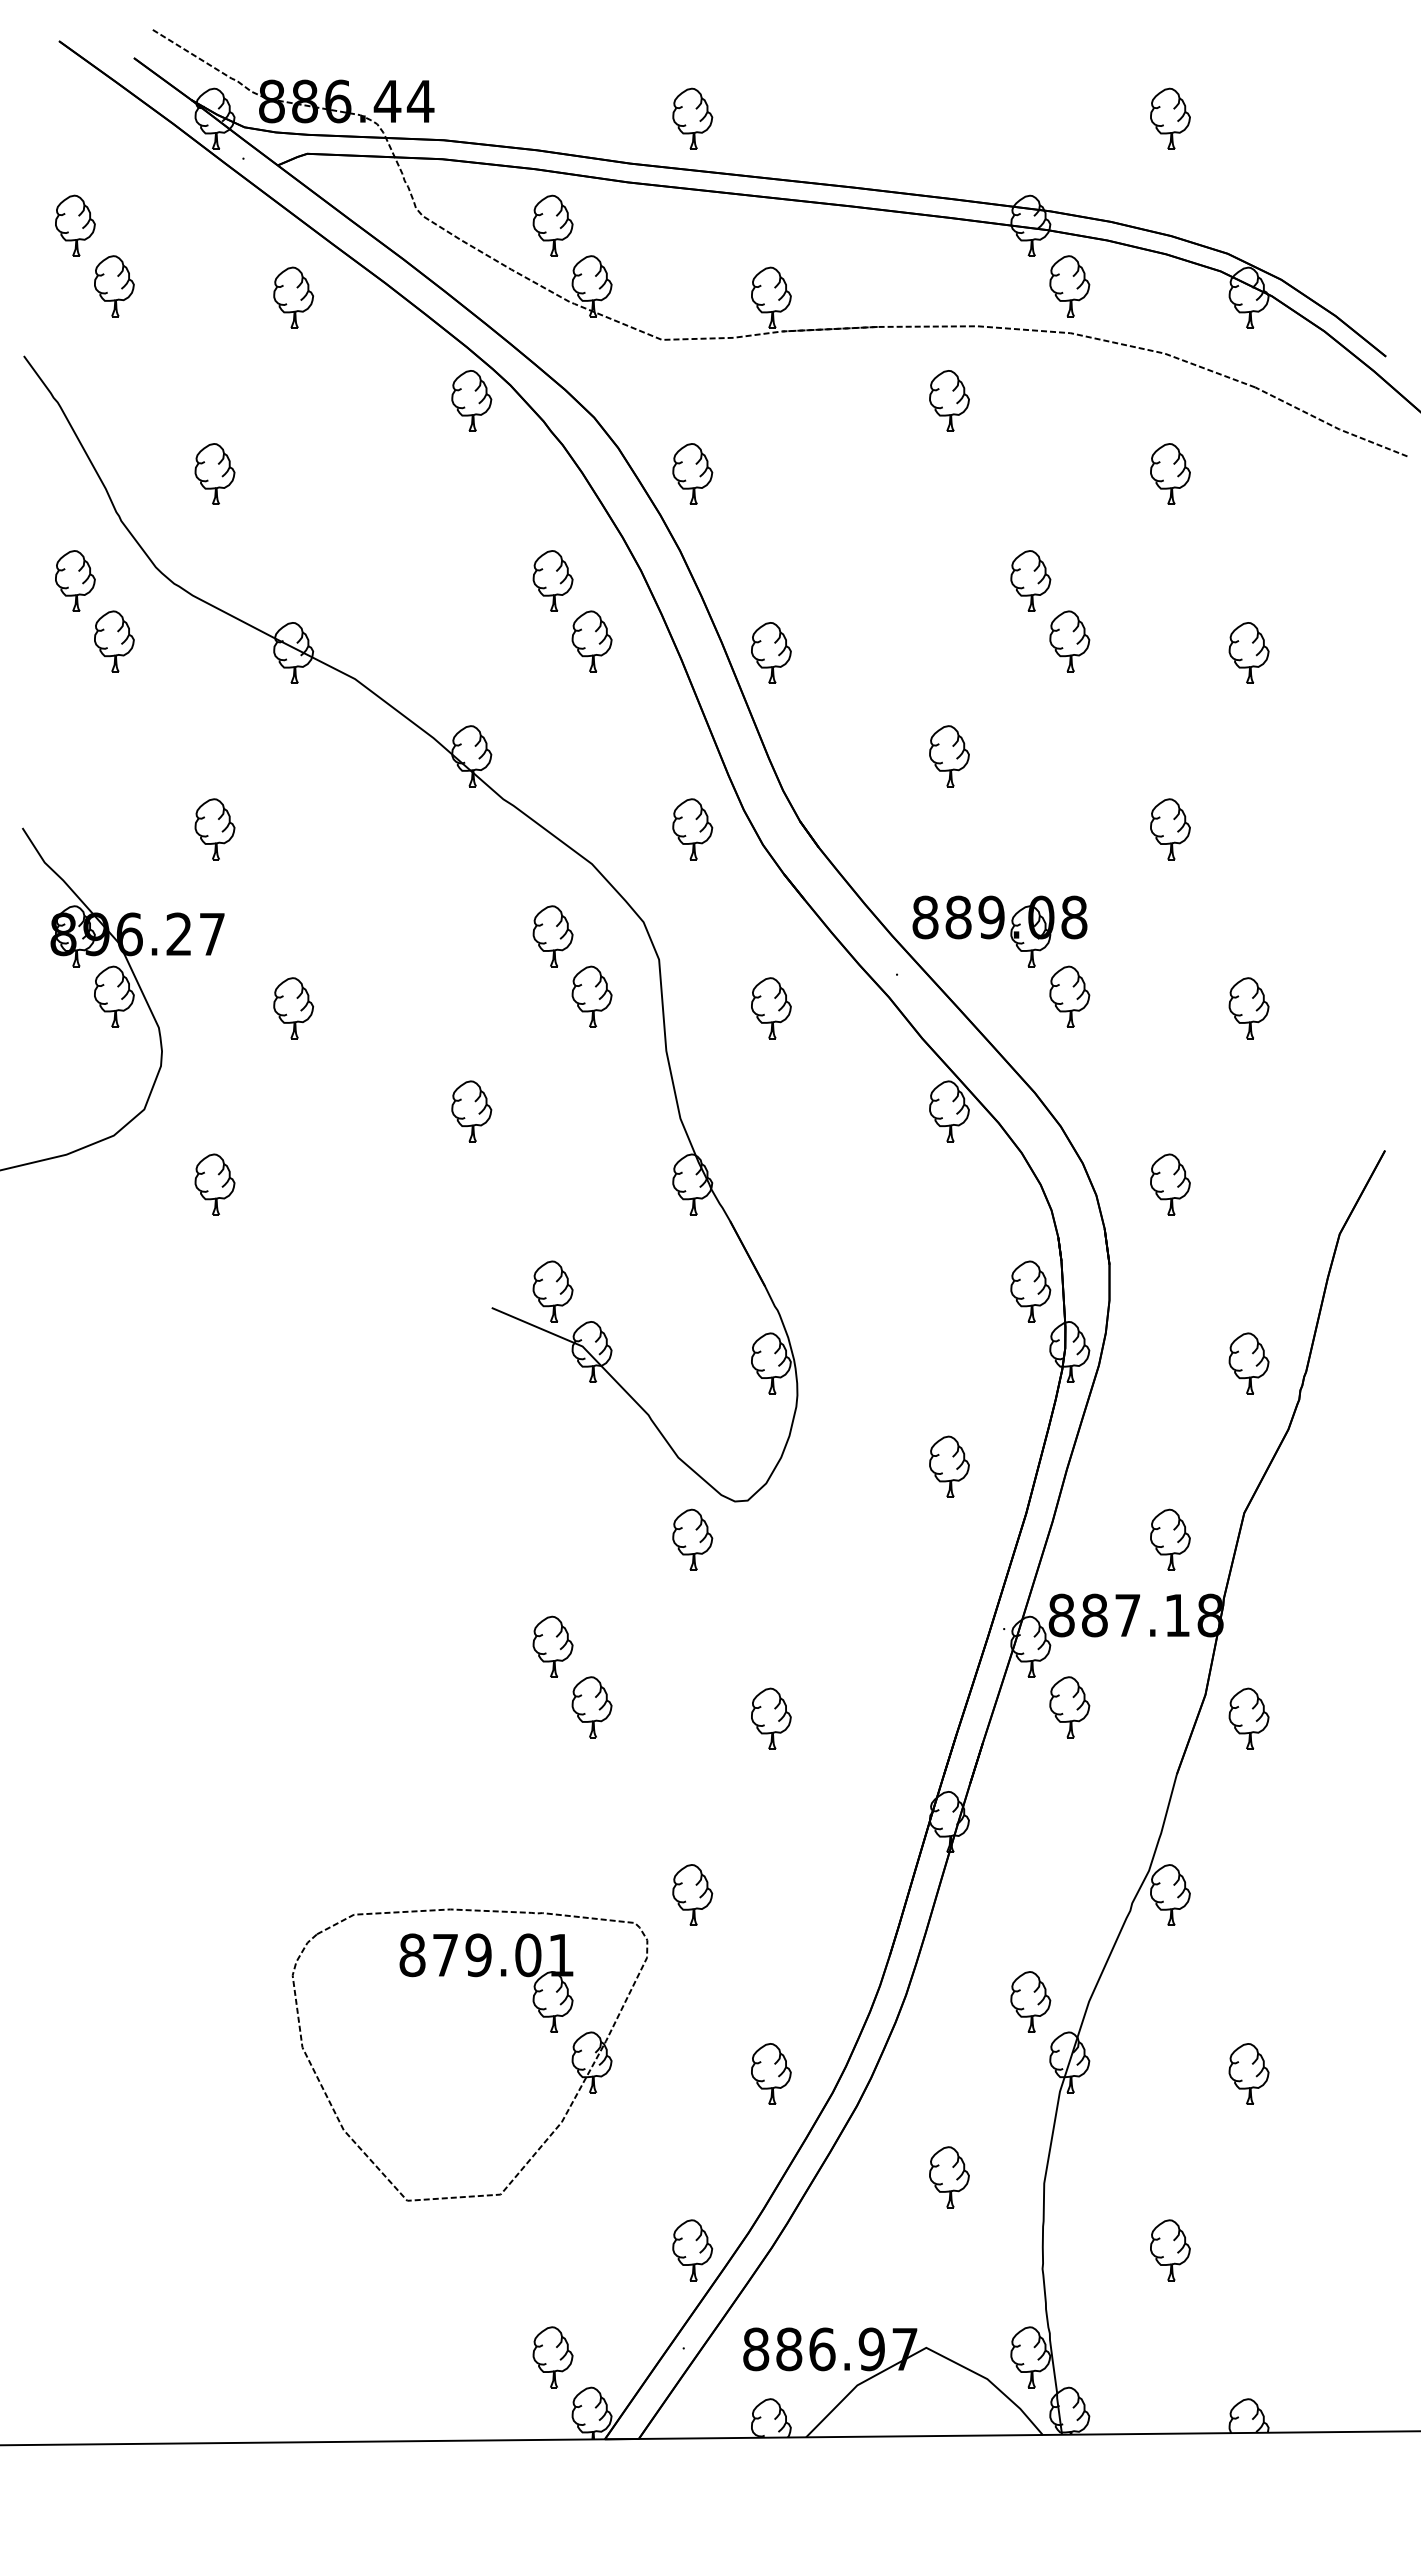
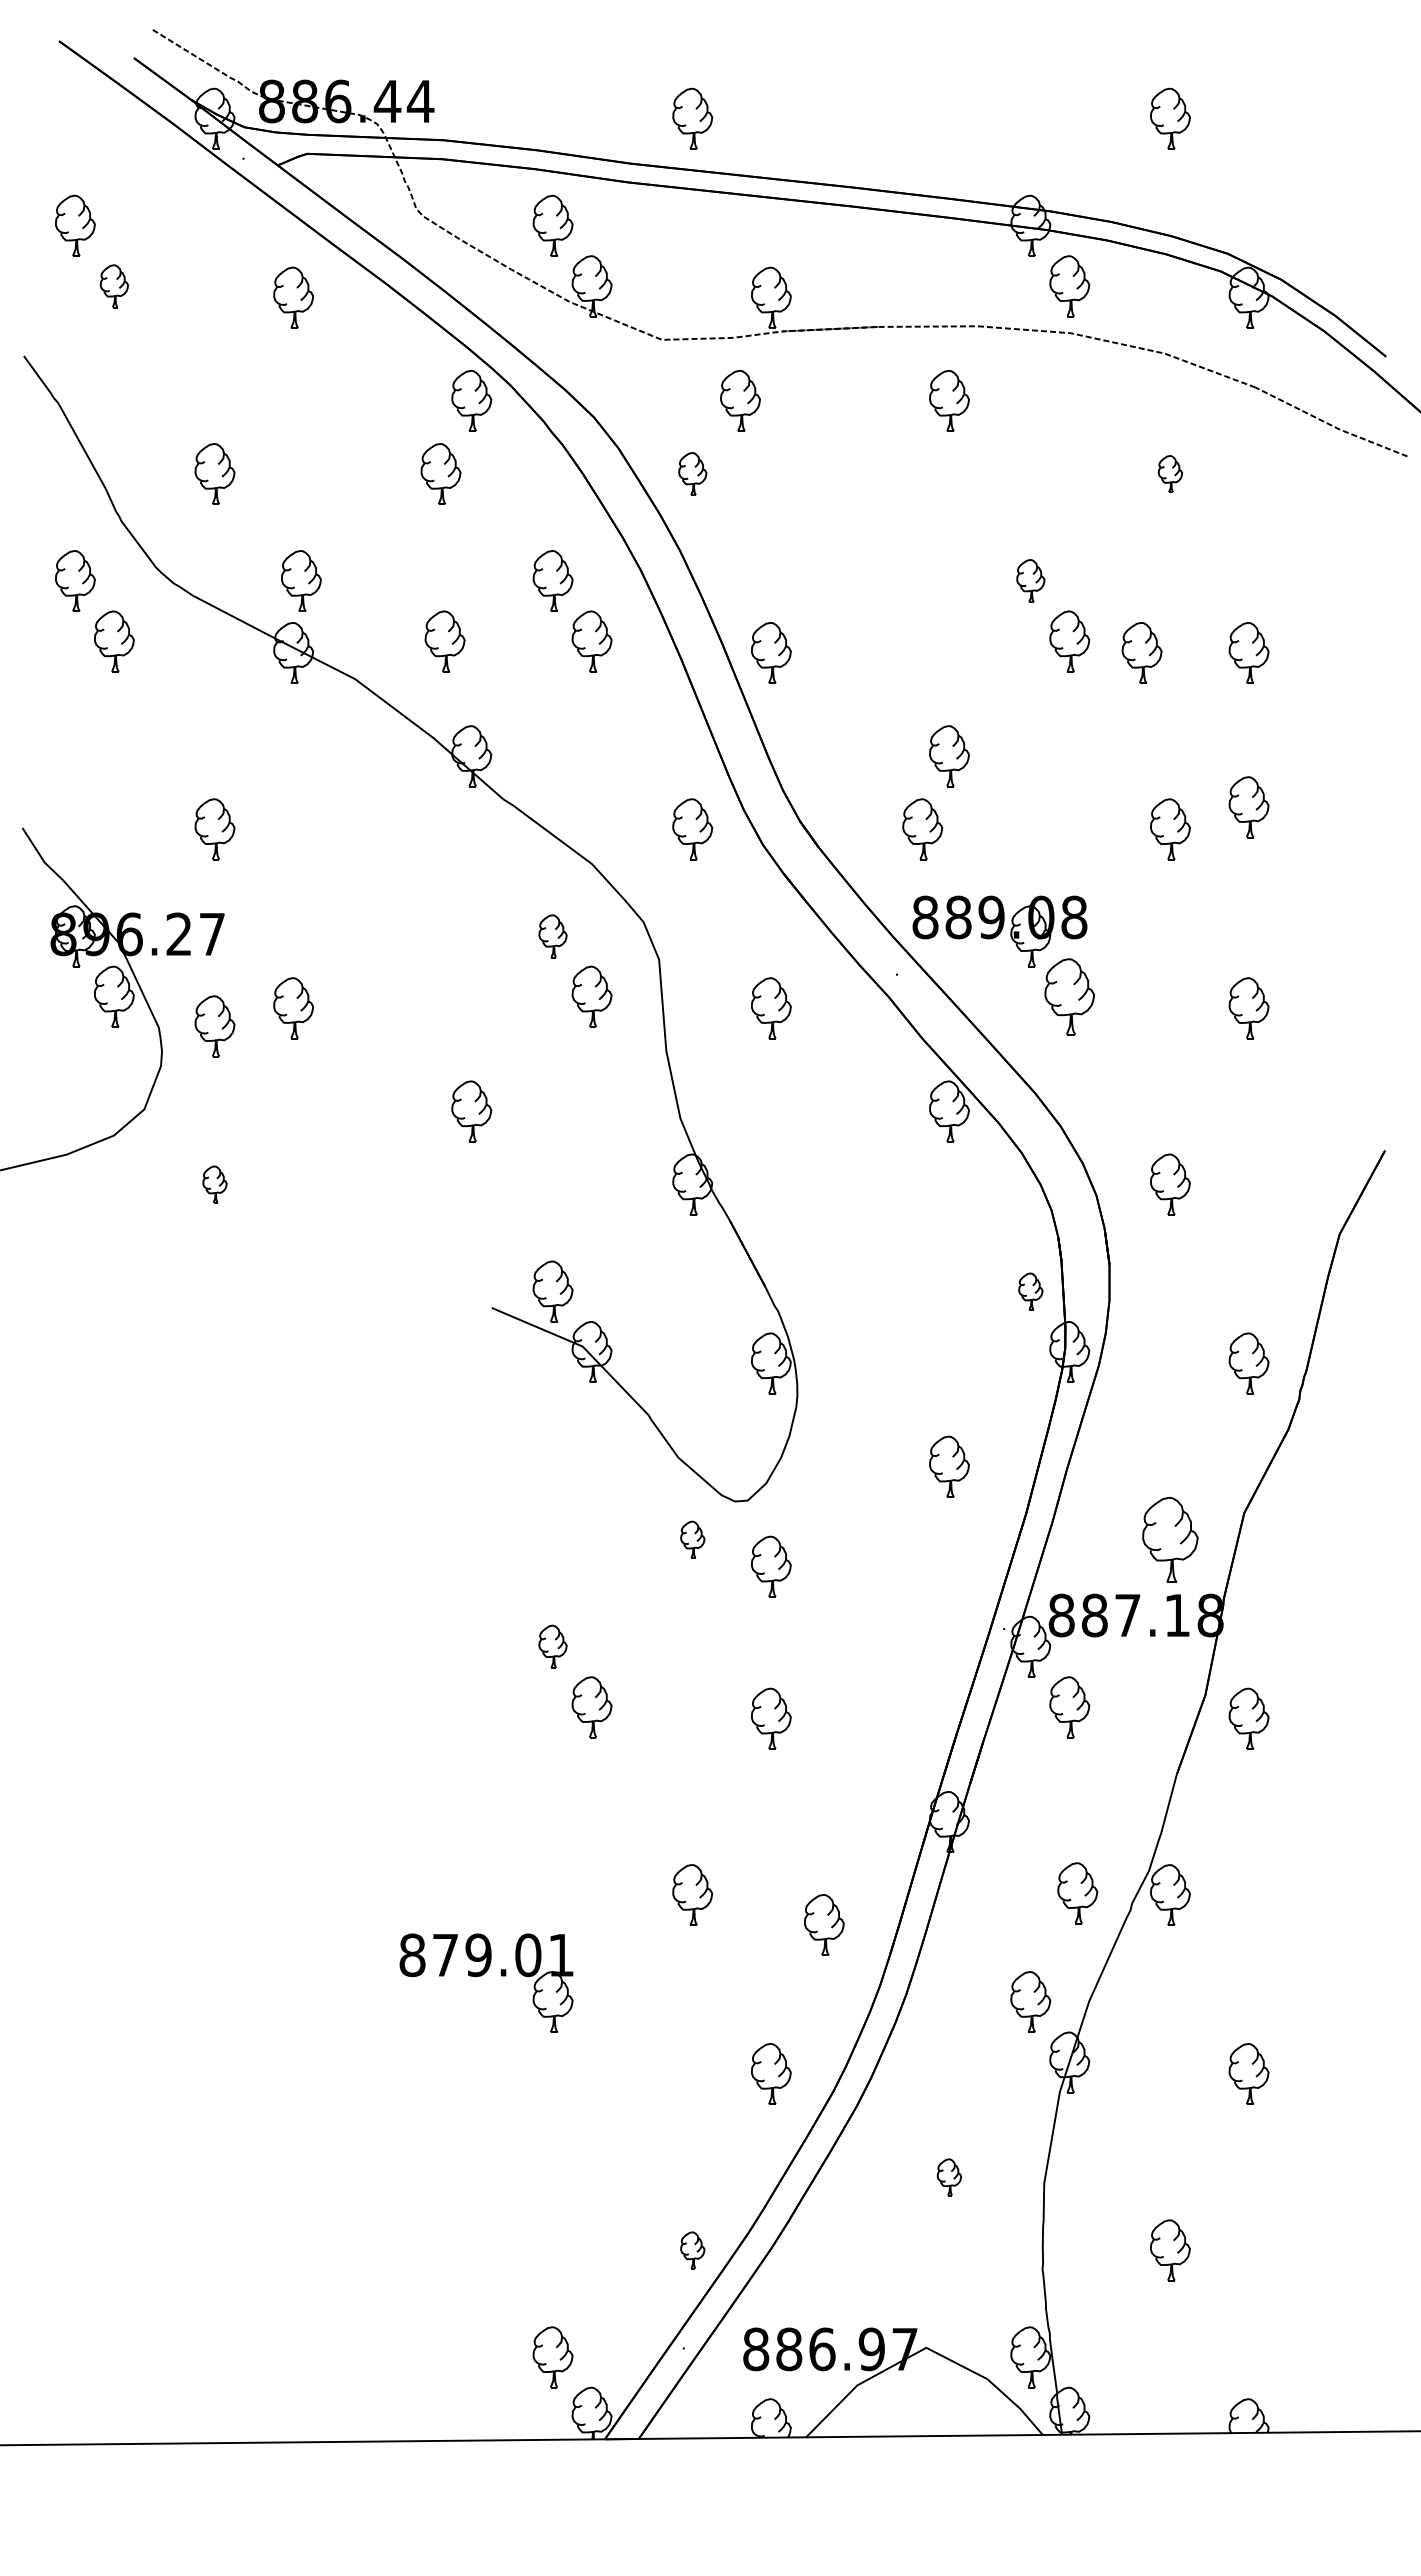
part at (114, 286) size: 41x63 px -> 30x45 px
part at (740, 400): none -> present
part at (440, 473): none -> present
part at (692, 473) size: 42x62 px -> 30x44 px
part at (1170, 473) size: 41x62 px -> 27x38 px
part at (301, 580): none -> present
part at (1030, 580) size: 42x62 px -> 30x44 px
part at (444, 641): none -> present
part at (1141, 652): none -> present
part at (1248, 807): none -> present
part at (922, 829): none -> present
part at (552, 936) size: 42x63 px -> 30x45 px
part at (1069, 996) size: 42x63 px -> 51x78 px
part at (214, 1026): none -> present
part at (214, 1184) size: 42x63 px -> 26x39 px
part at (1030, 1291) size: 42x63 px -> 26x39 px
part at (692, 1539) size: 42x63 px -> 26x39 px
part at (1170, 1539) size: 41x63 px -> 57x87 px
part at (771, 1566): none -> present
part at (552, 1646) size: 42x63 px -> 30x45 px
part at (1077, 1893): none -> present
part at (824, 1924): none -> present
part at (571, 2057): present -> none
part at (949, 2177) size: 41x63 px -> 27x39 px
part at (692, 2250) size: 42x63 px -> 26x39 px
